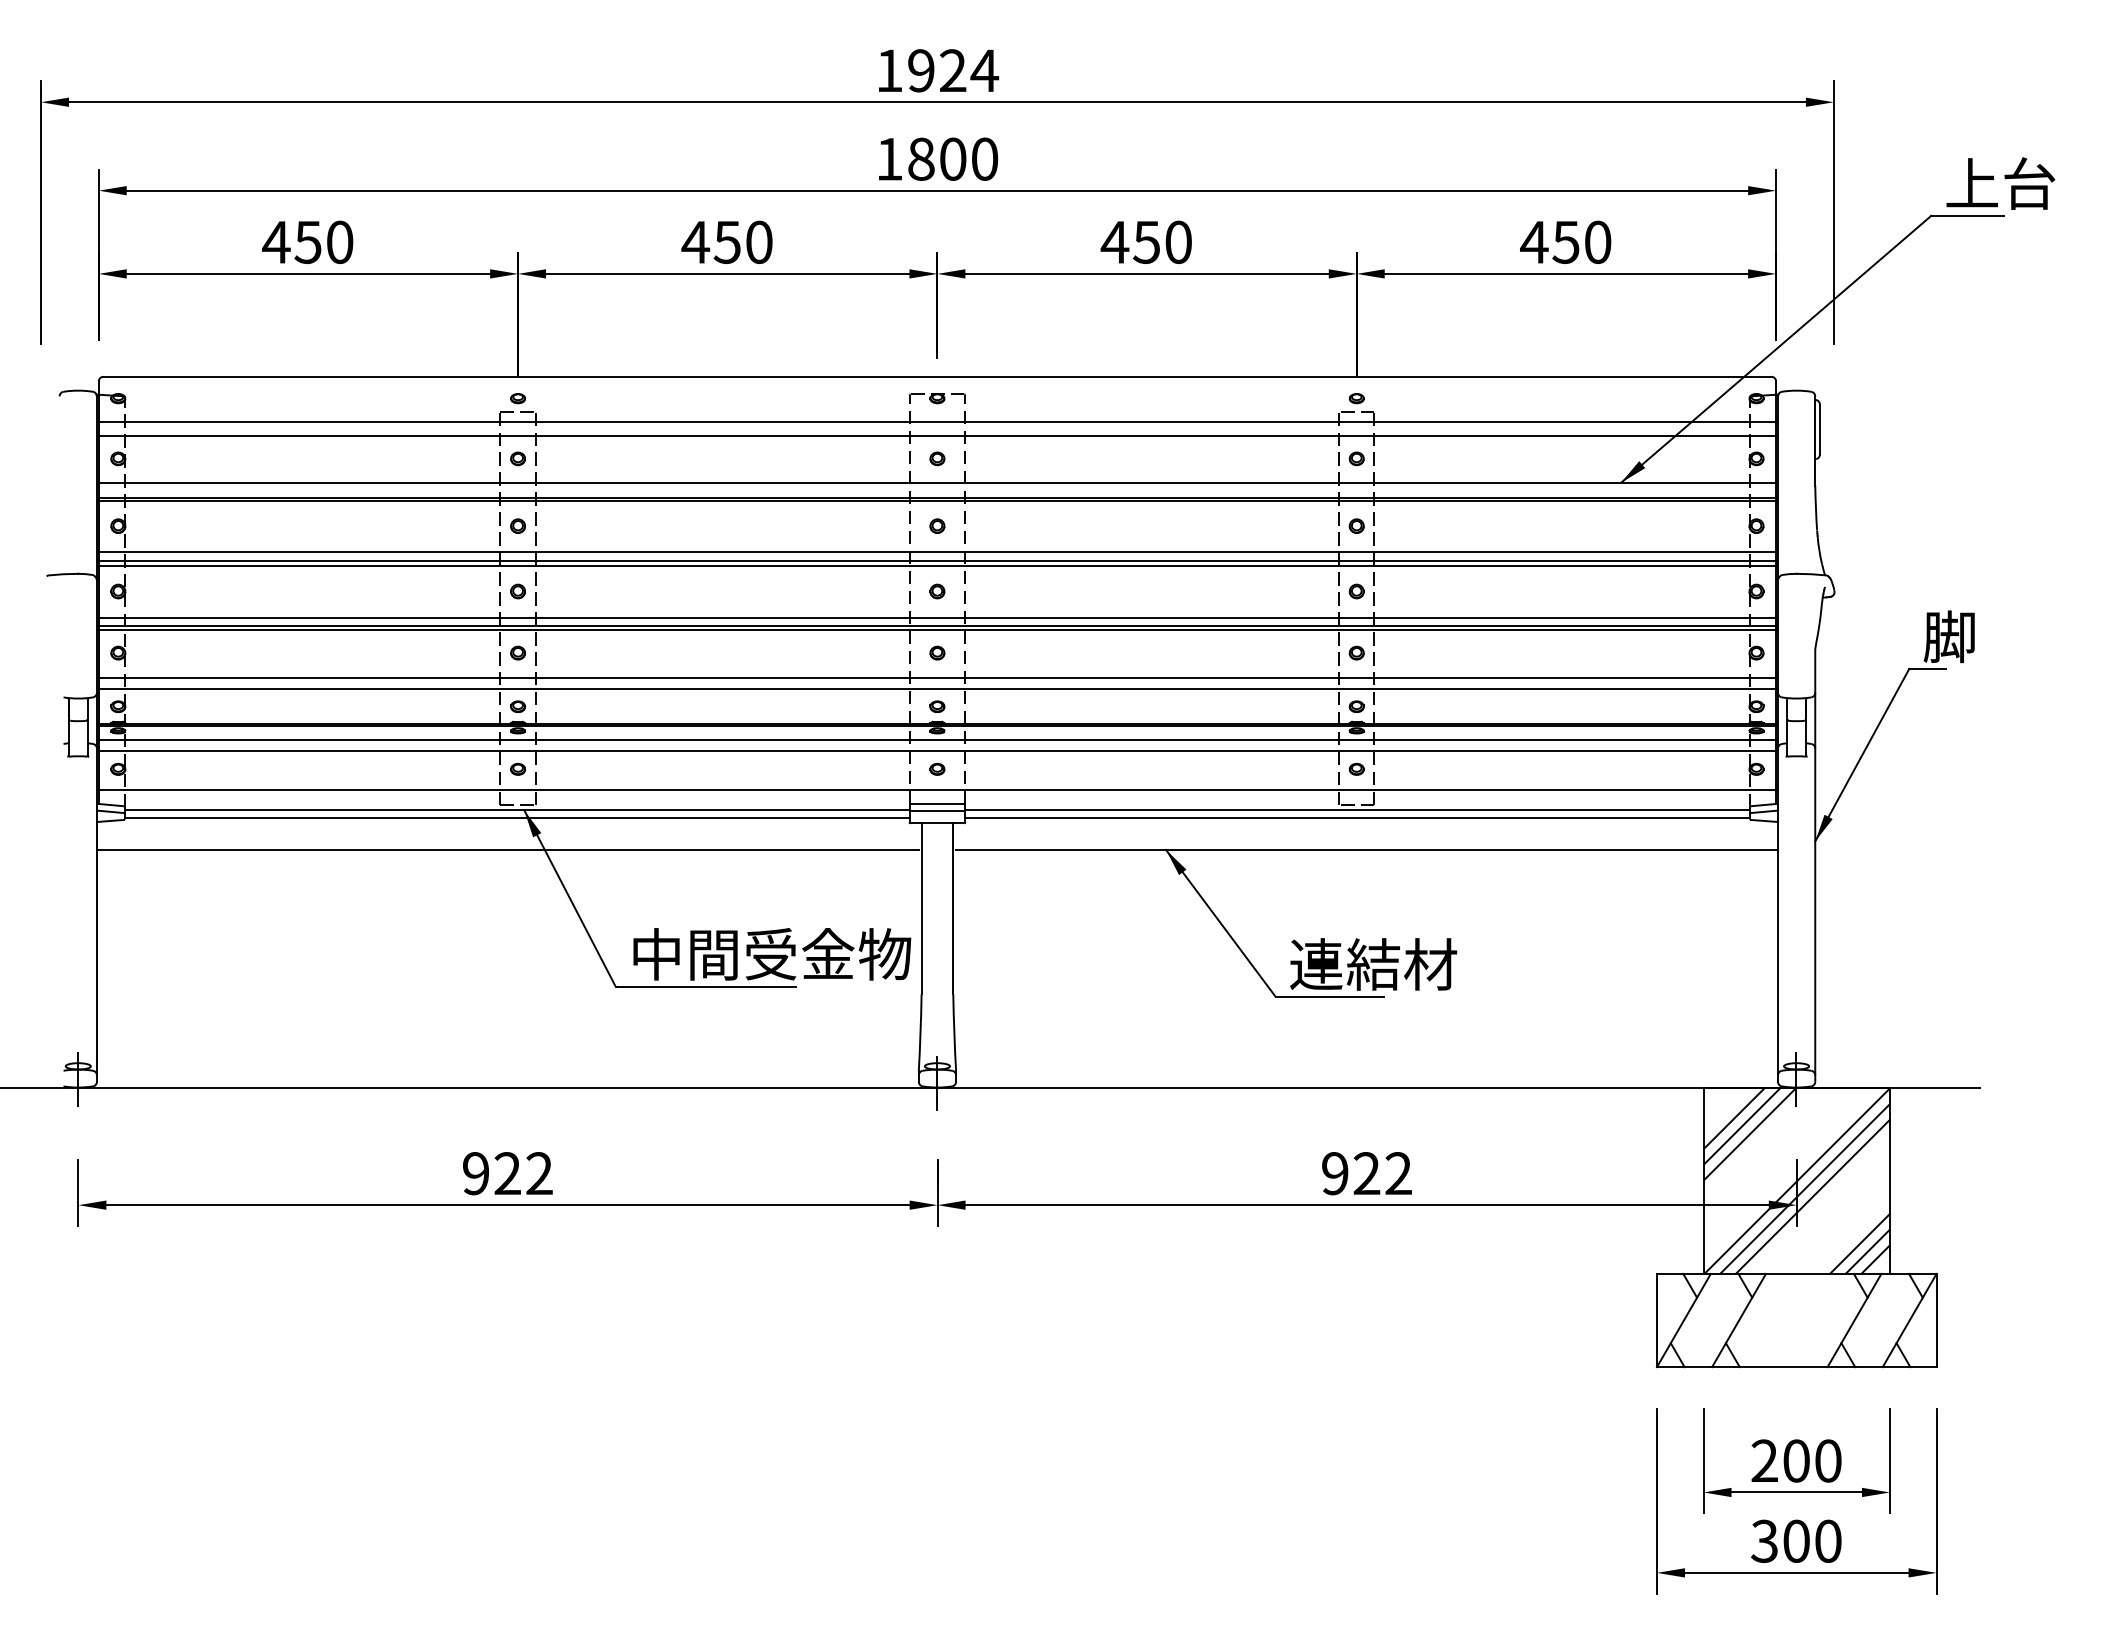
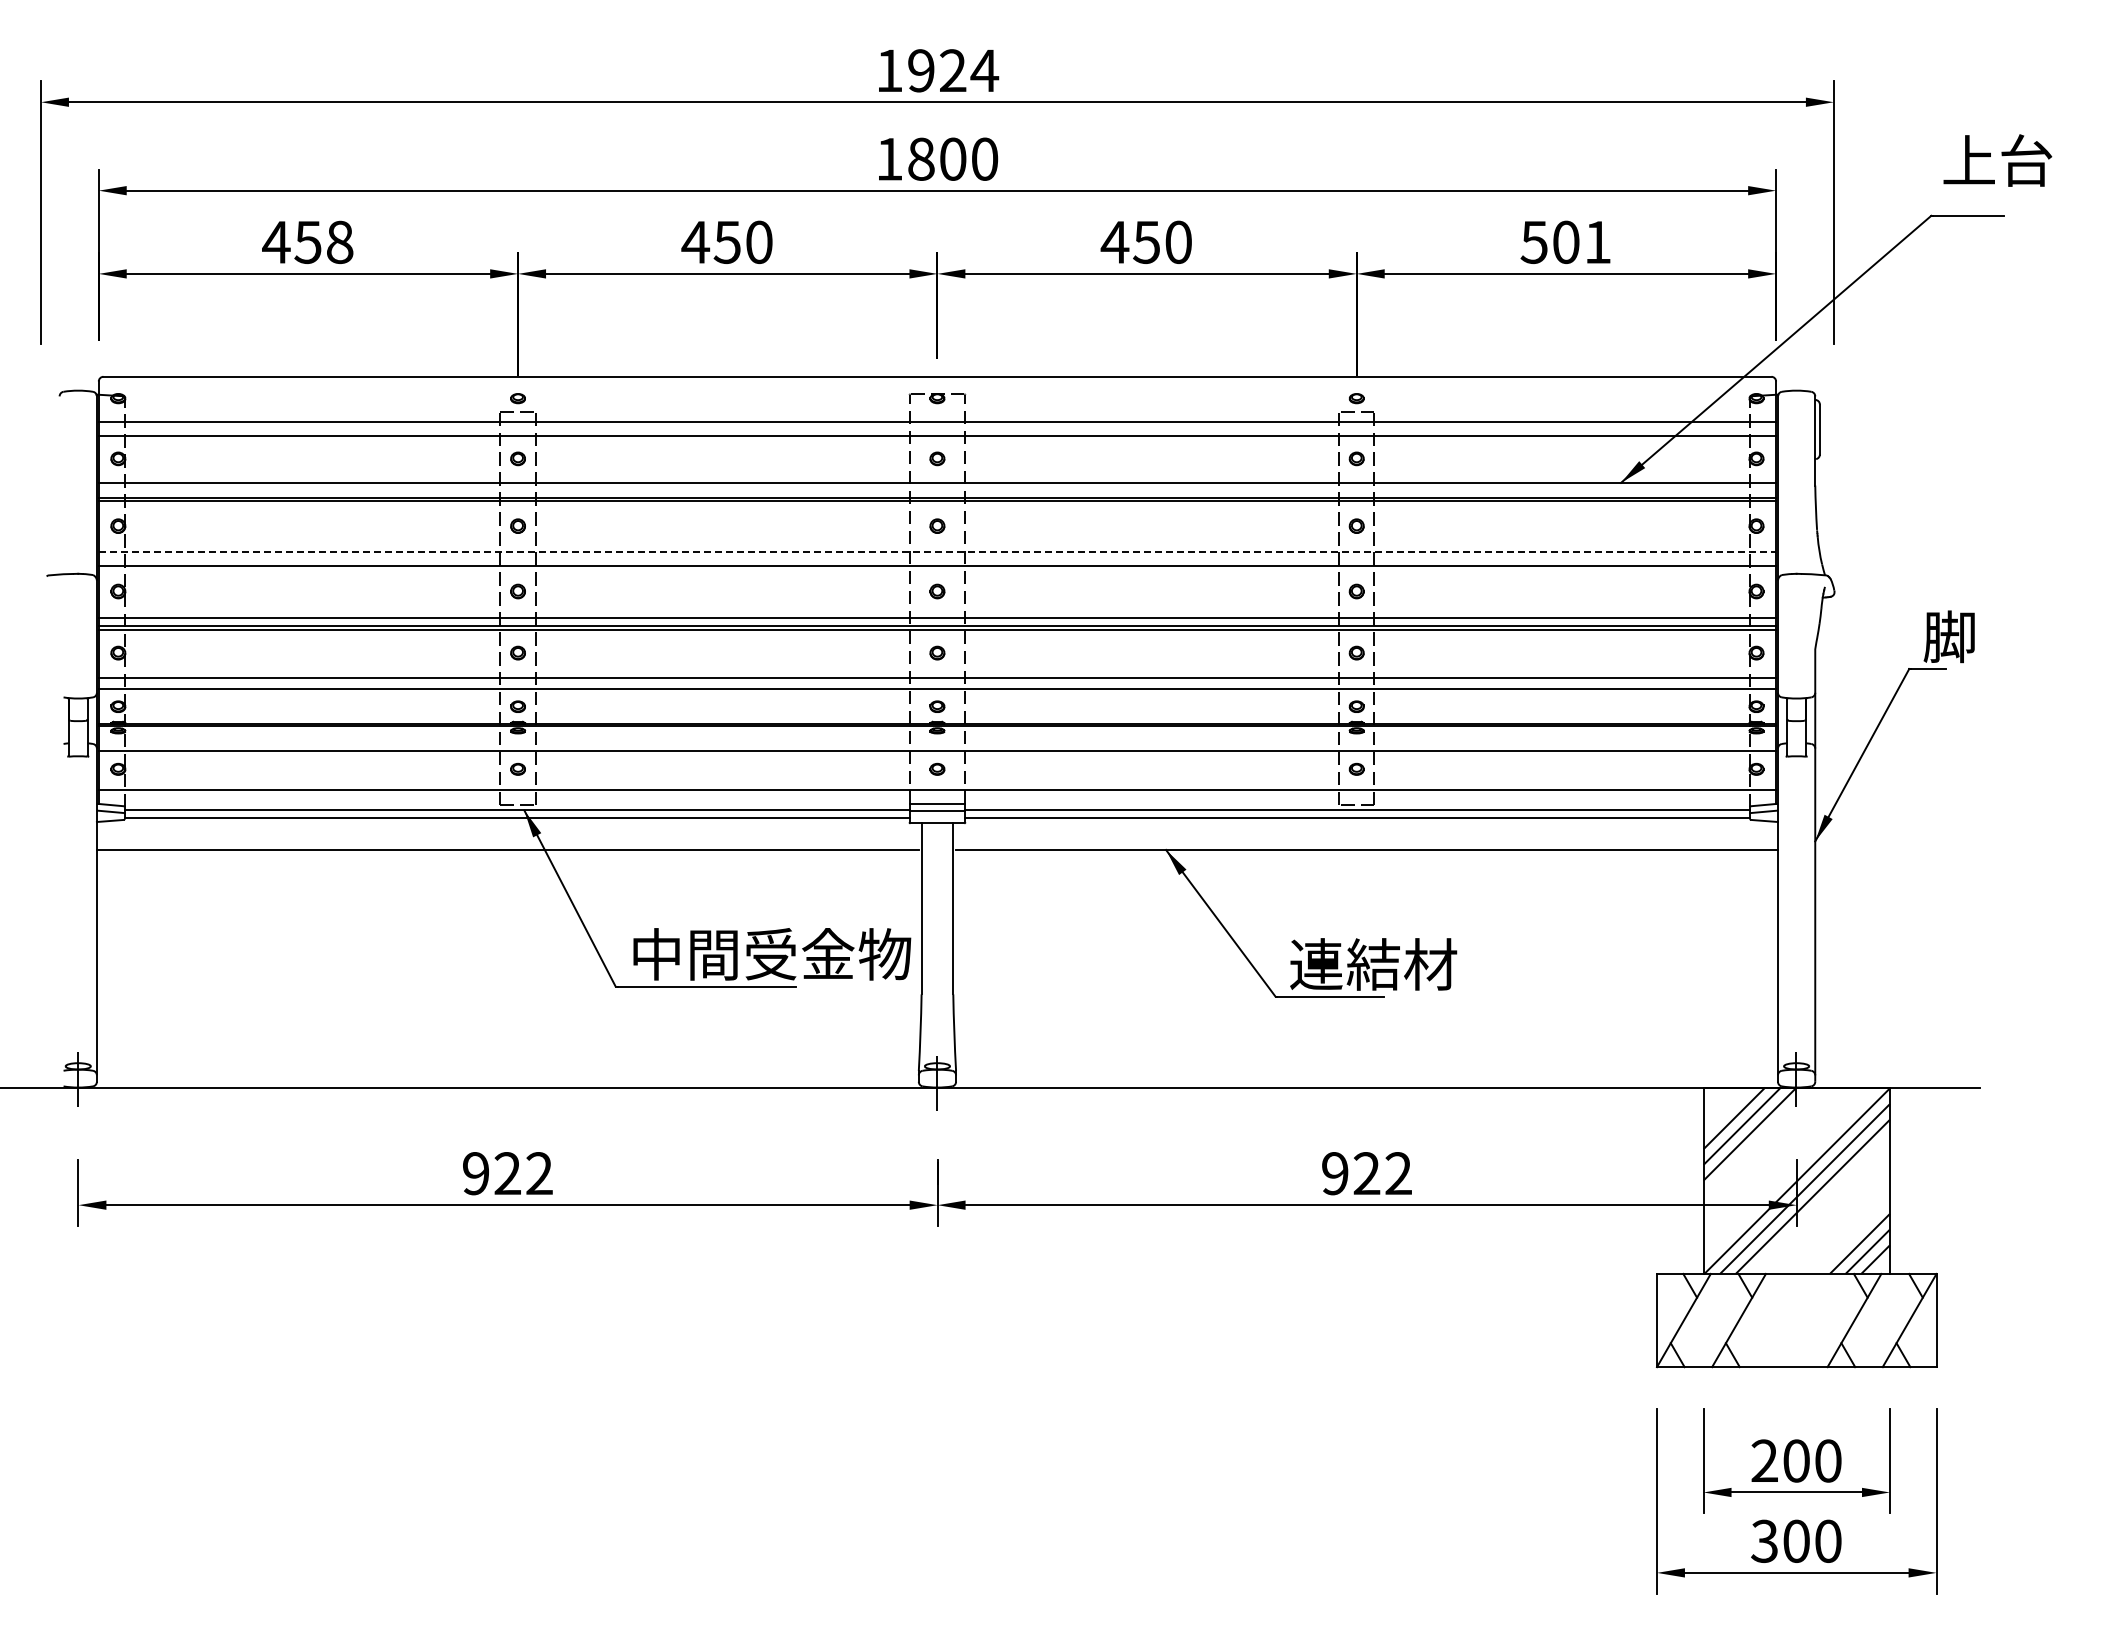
text at (2000, 183) position: (2000, 183) -> (1997, 160)
text at (340, 241): 450 -> 458
text at (1565, 242): 450 -> 501
line at (937, 552): solid -> dashed
line at (937, 561): present -> none
line at (937, 740): present -> none
